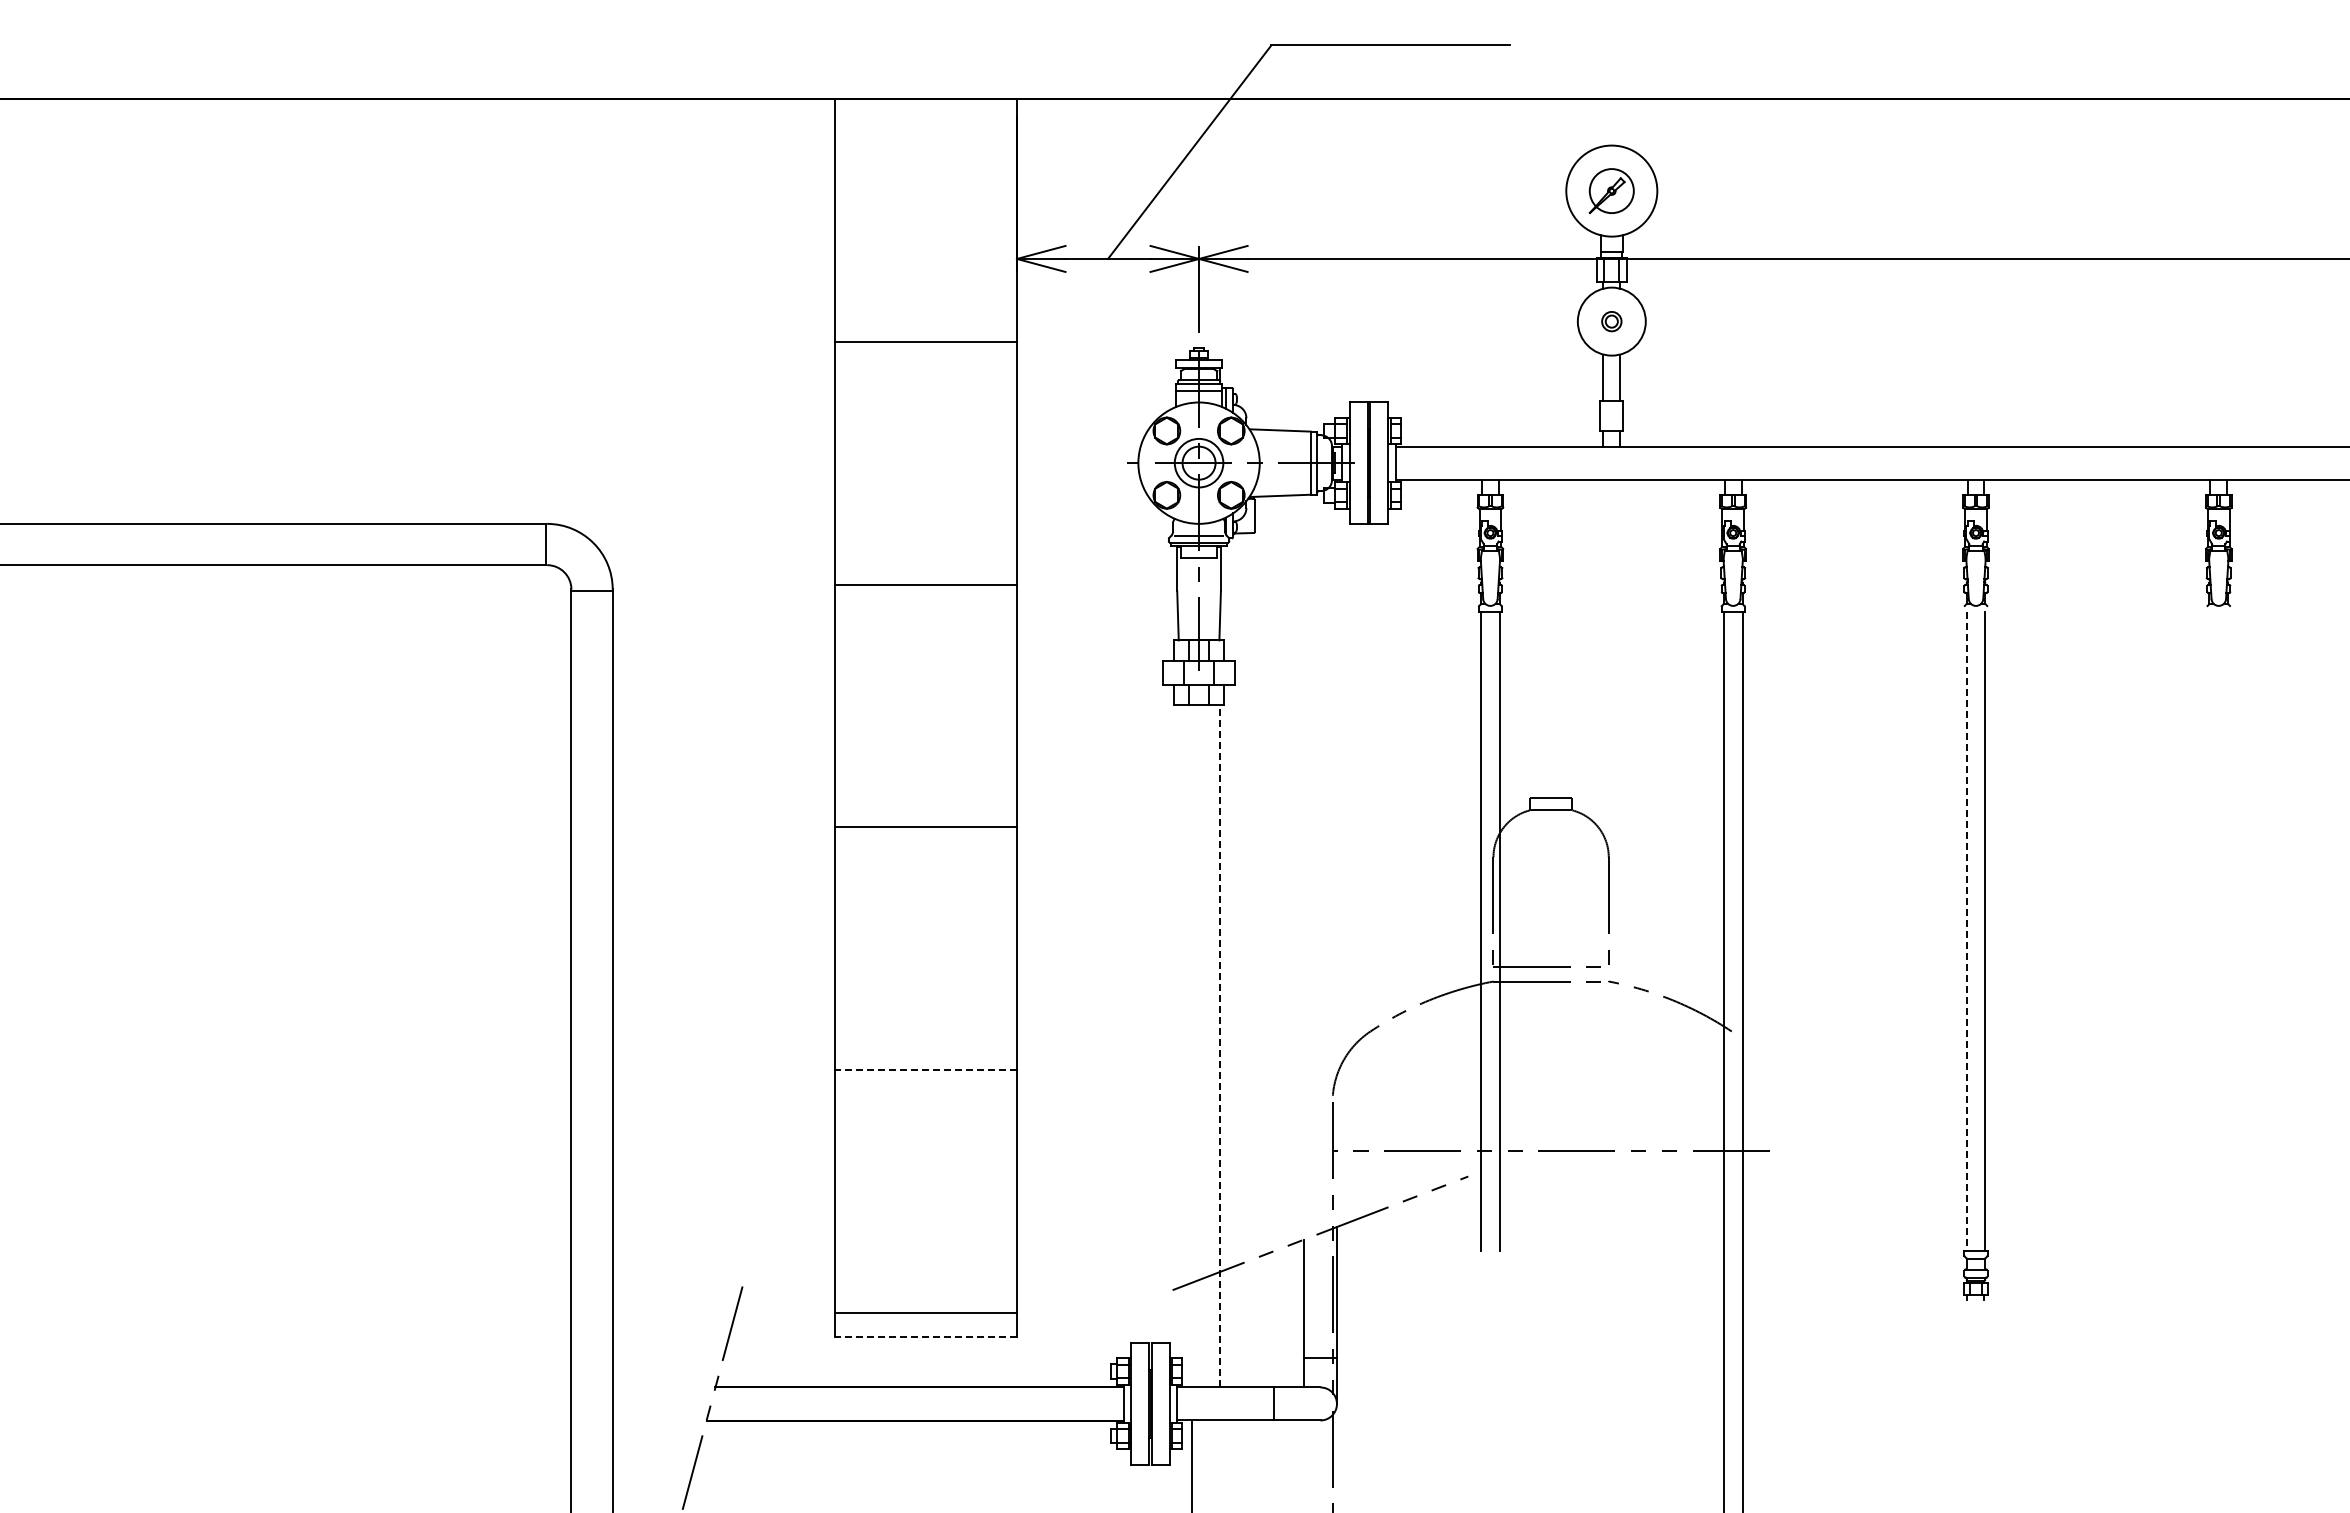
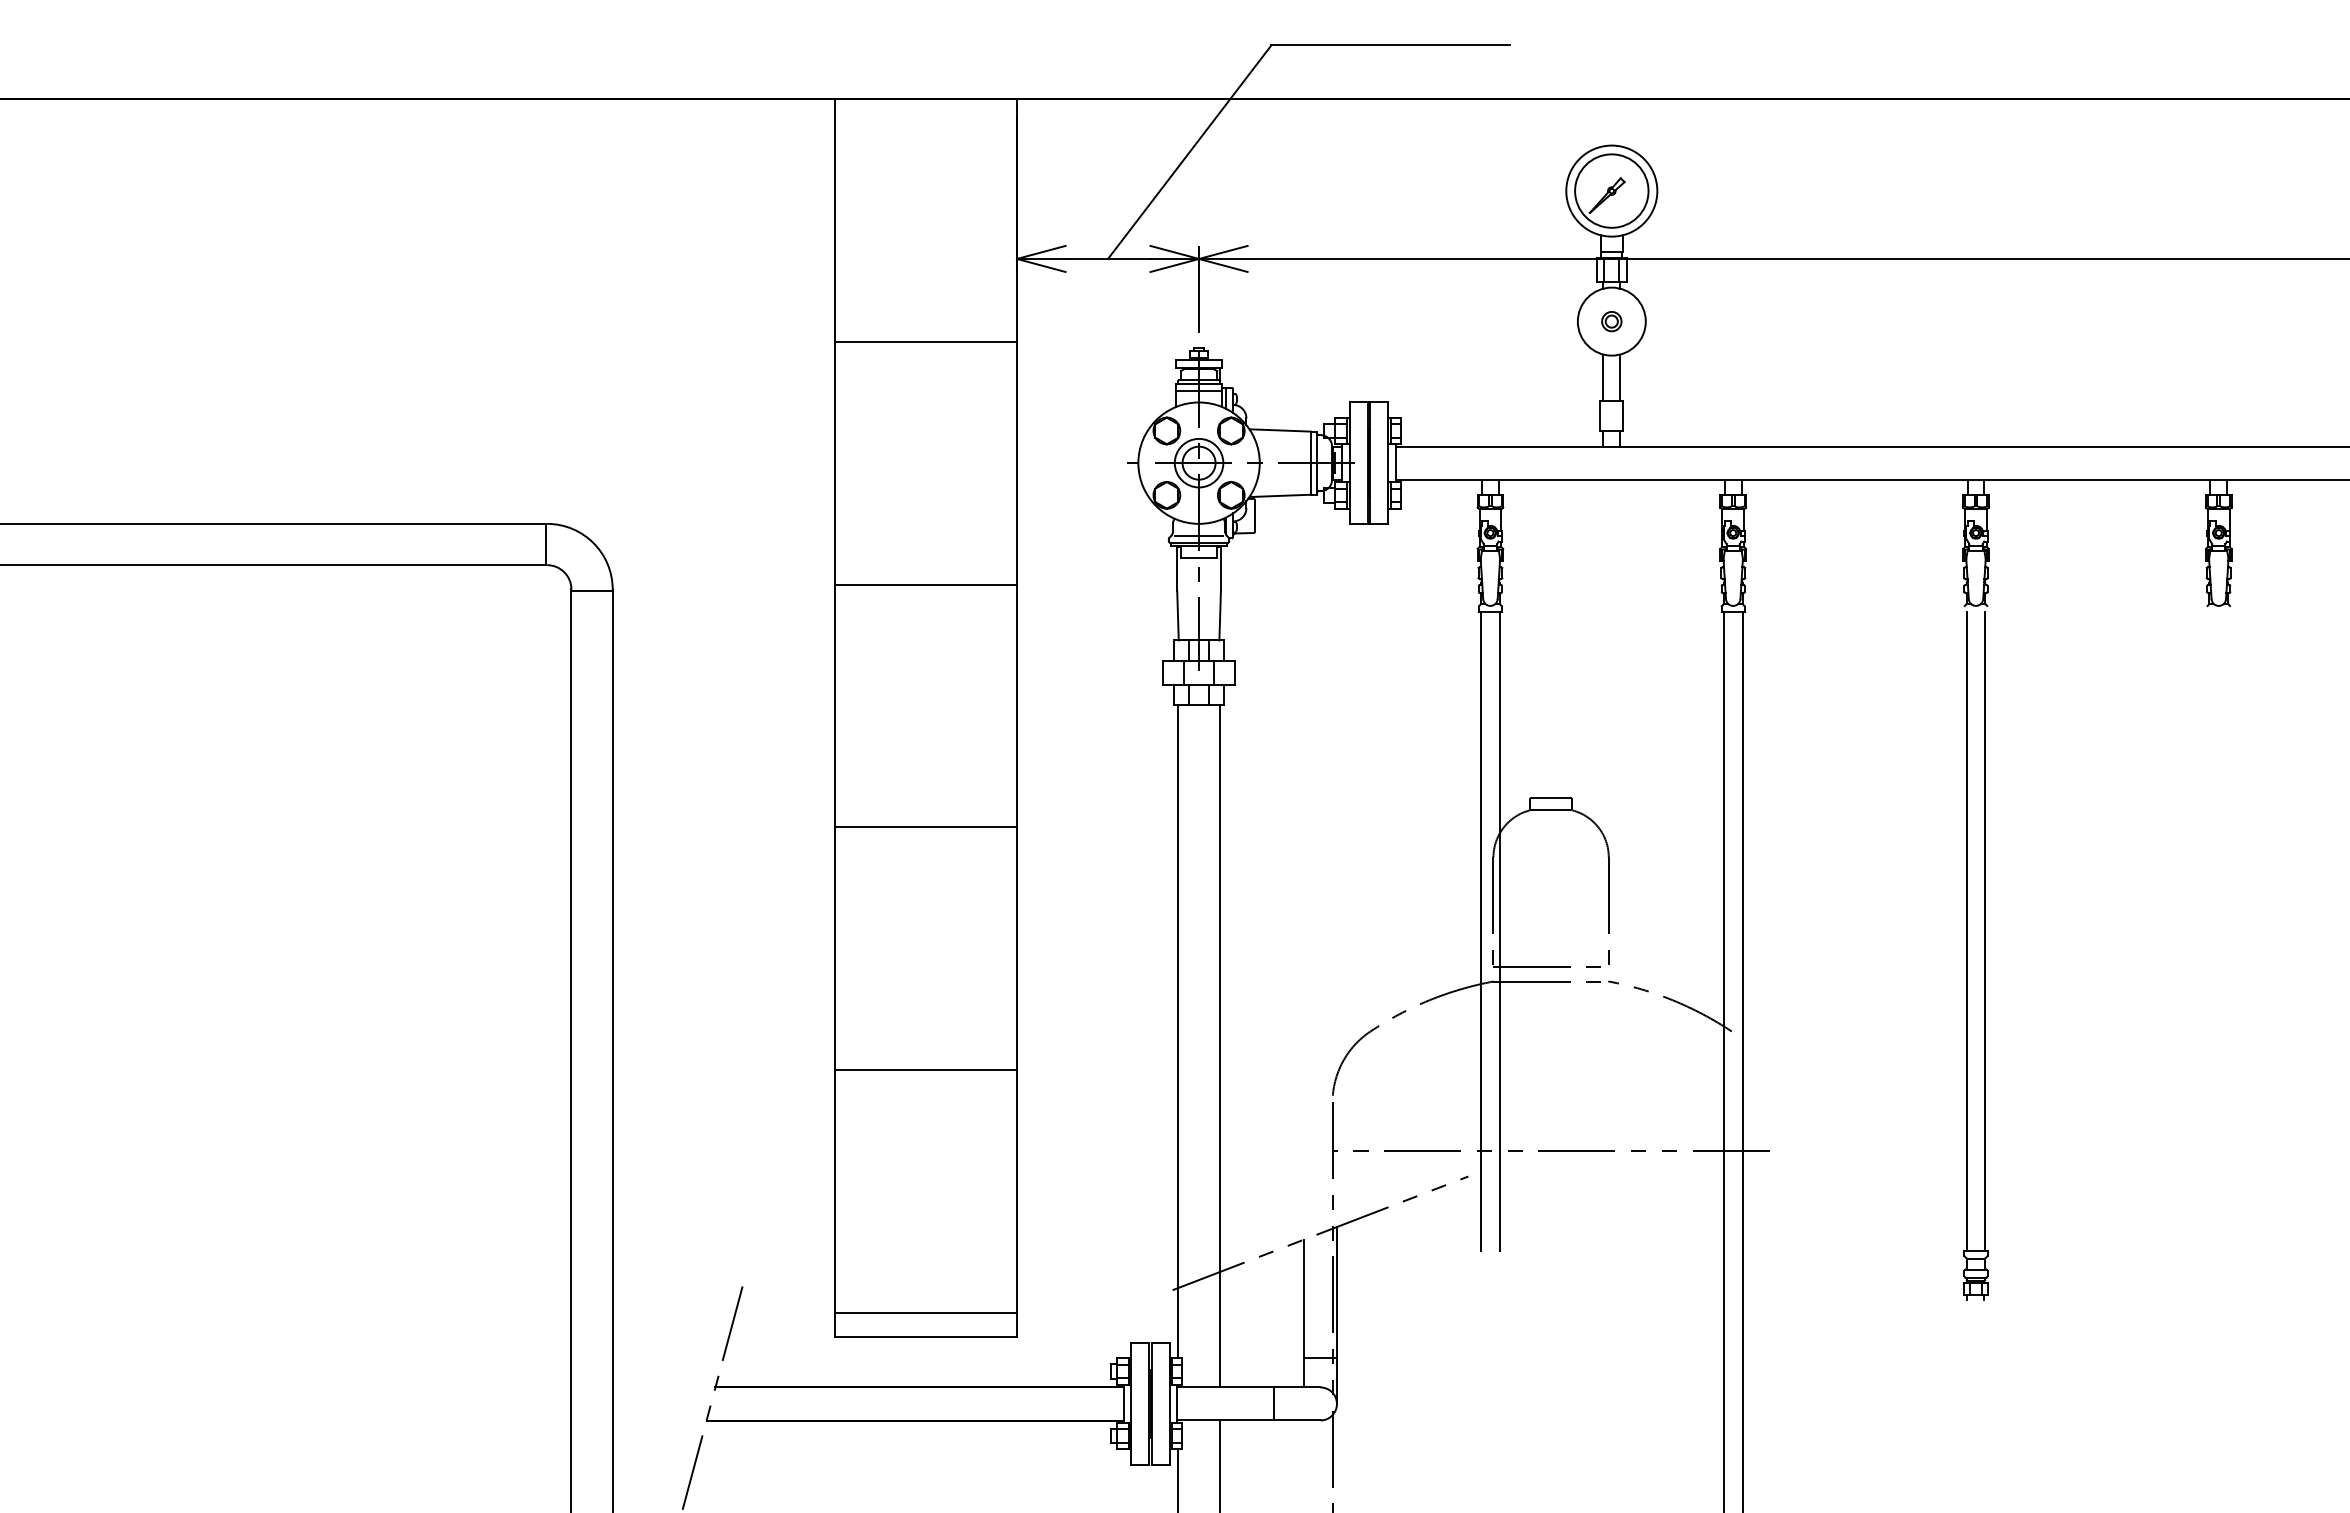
circle at (1611, 191) diameter: 44 px -> 73 px
line at (1966, 931): dashed -> solid
line at (1178, 1031): none -> present
line at (1219, 1045): dashed -> solid
line at (925, 1070): dashed -> solid
line at (925, 1337): dashed -> solid
line at (1191, 1464) position: (1191, 1464) -> (1219, 1464)
line at (1178, 1479): none -> present
